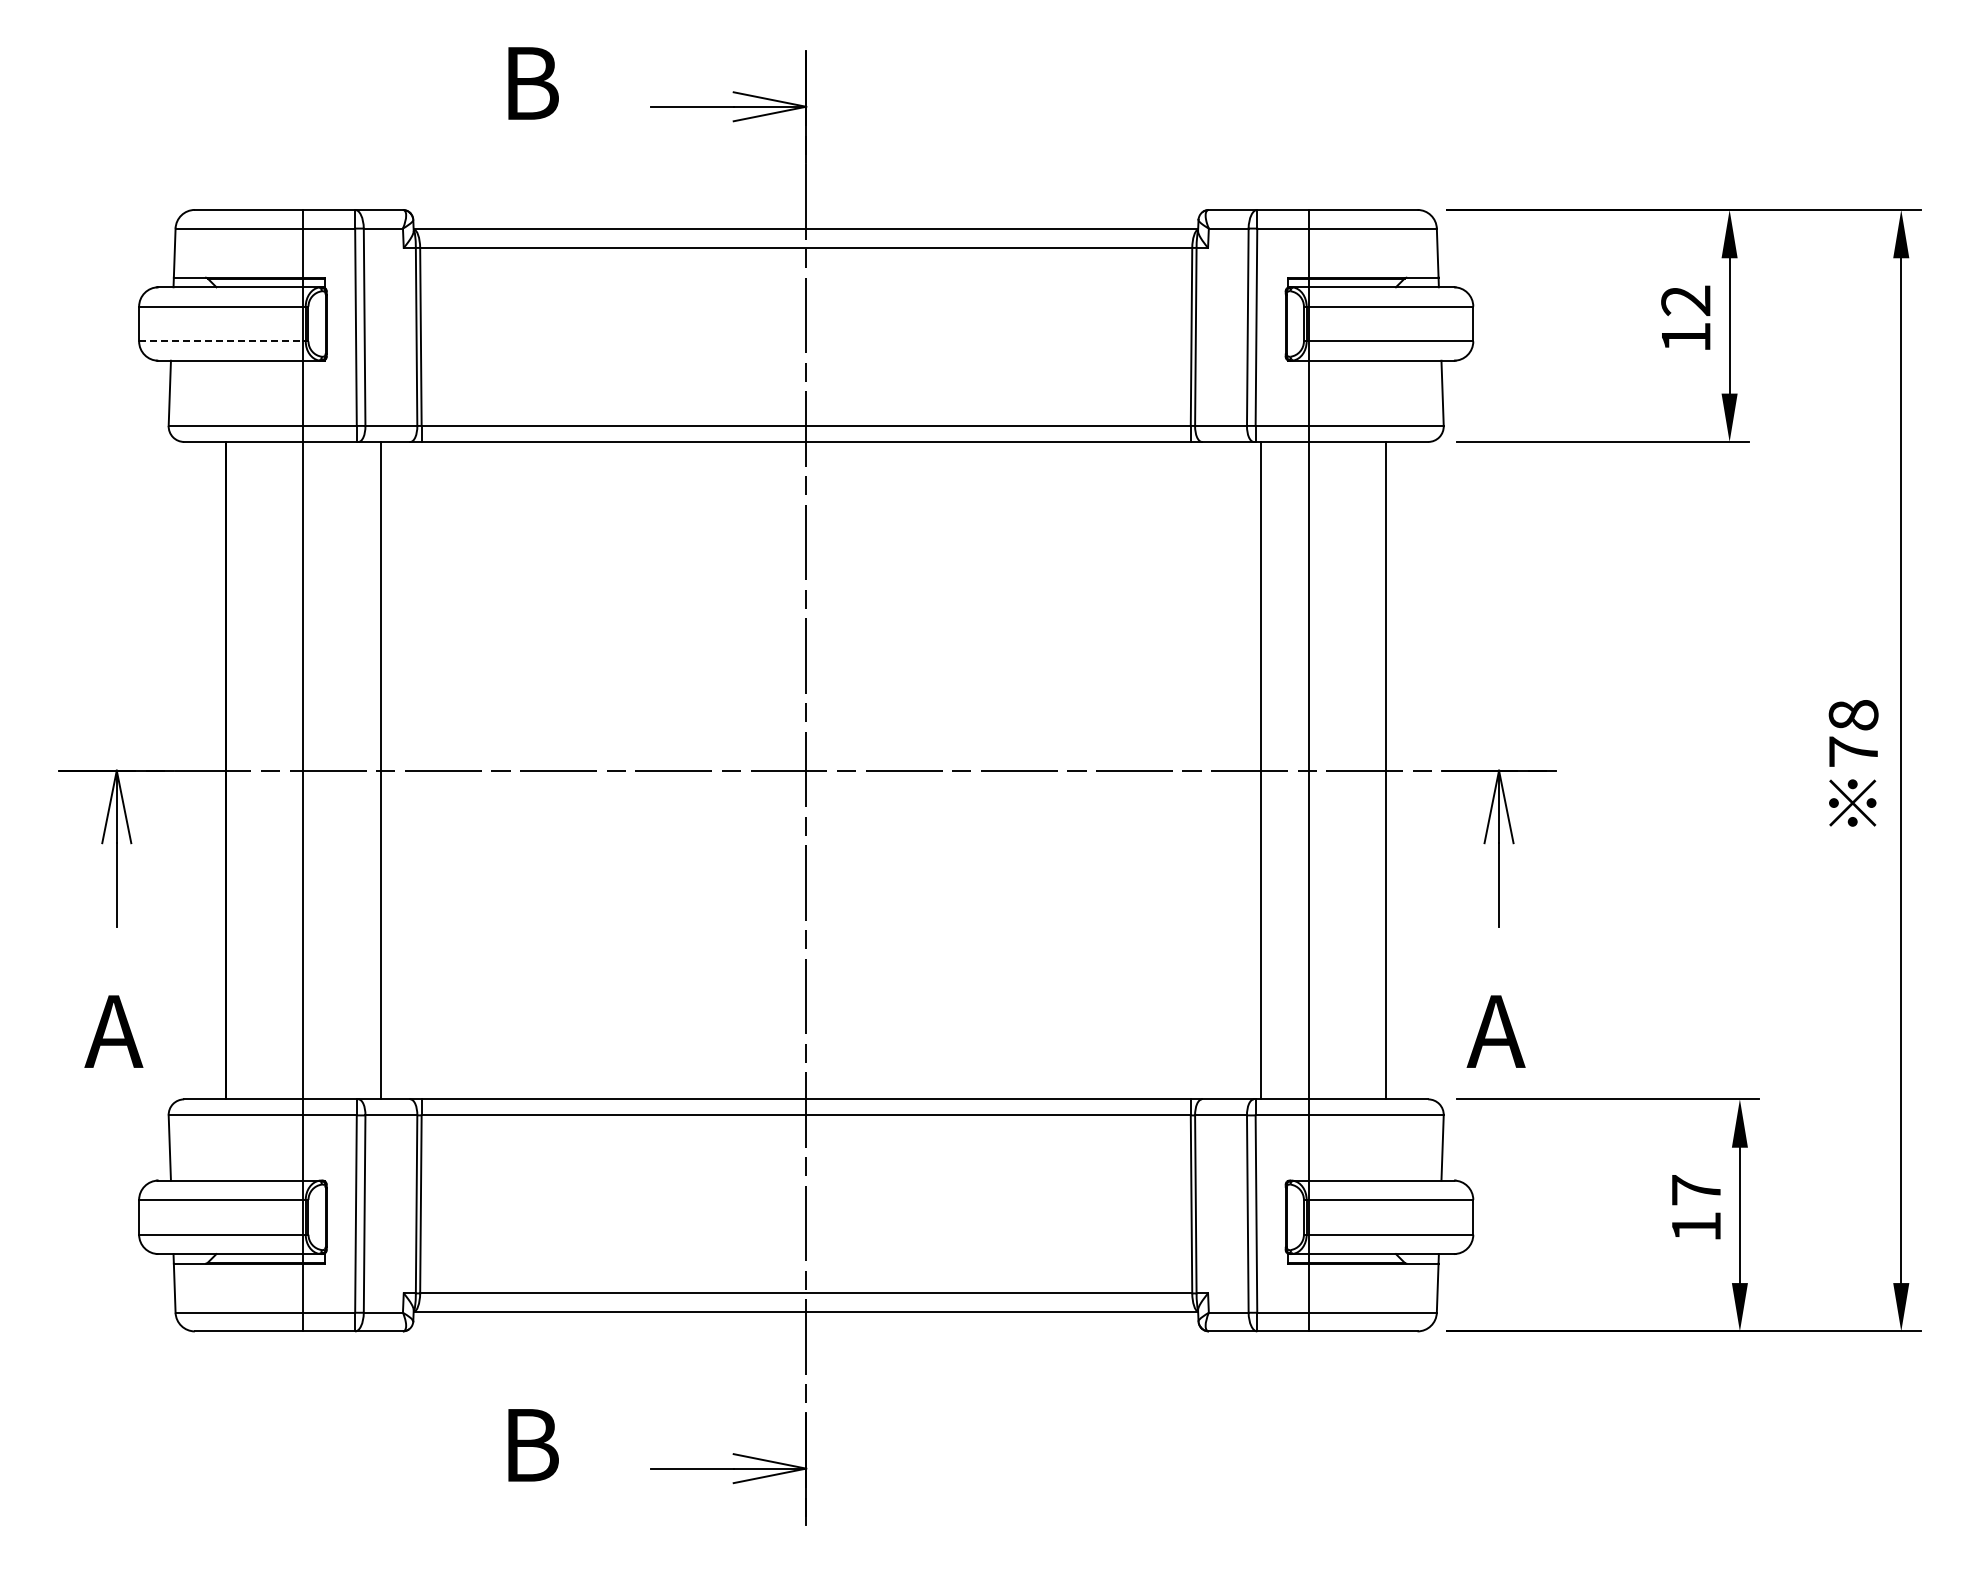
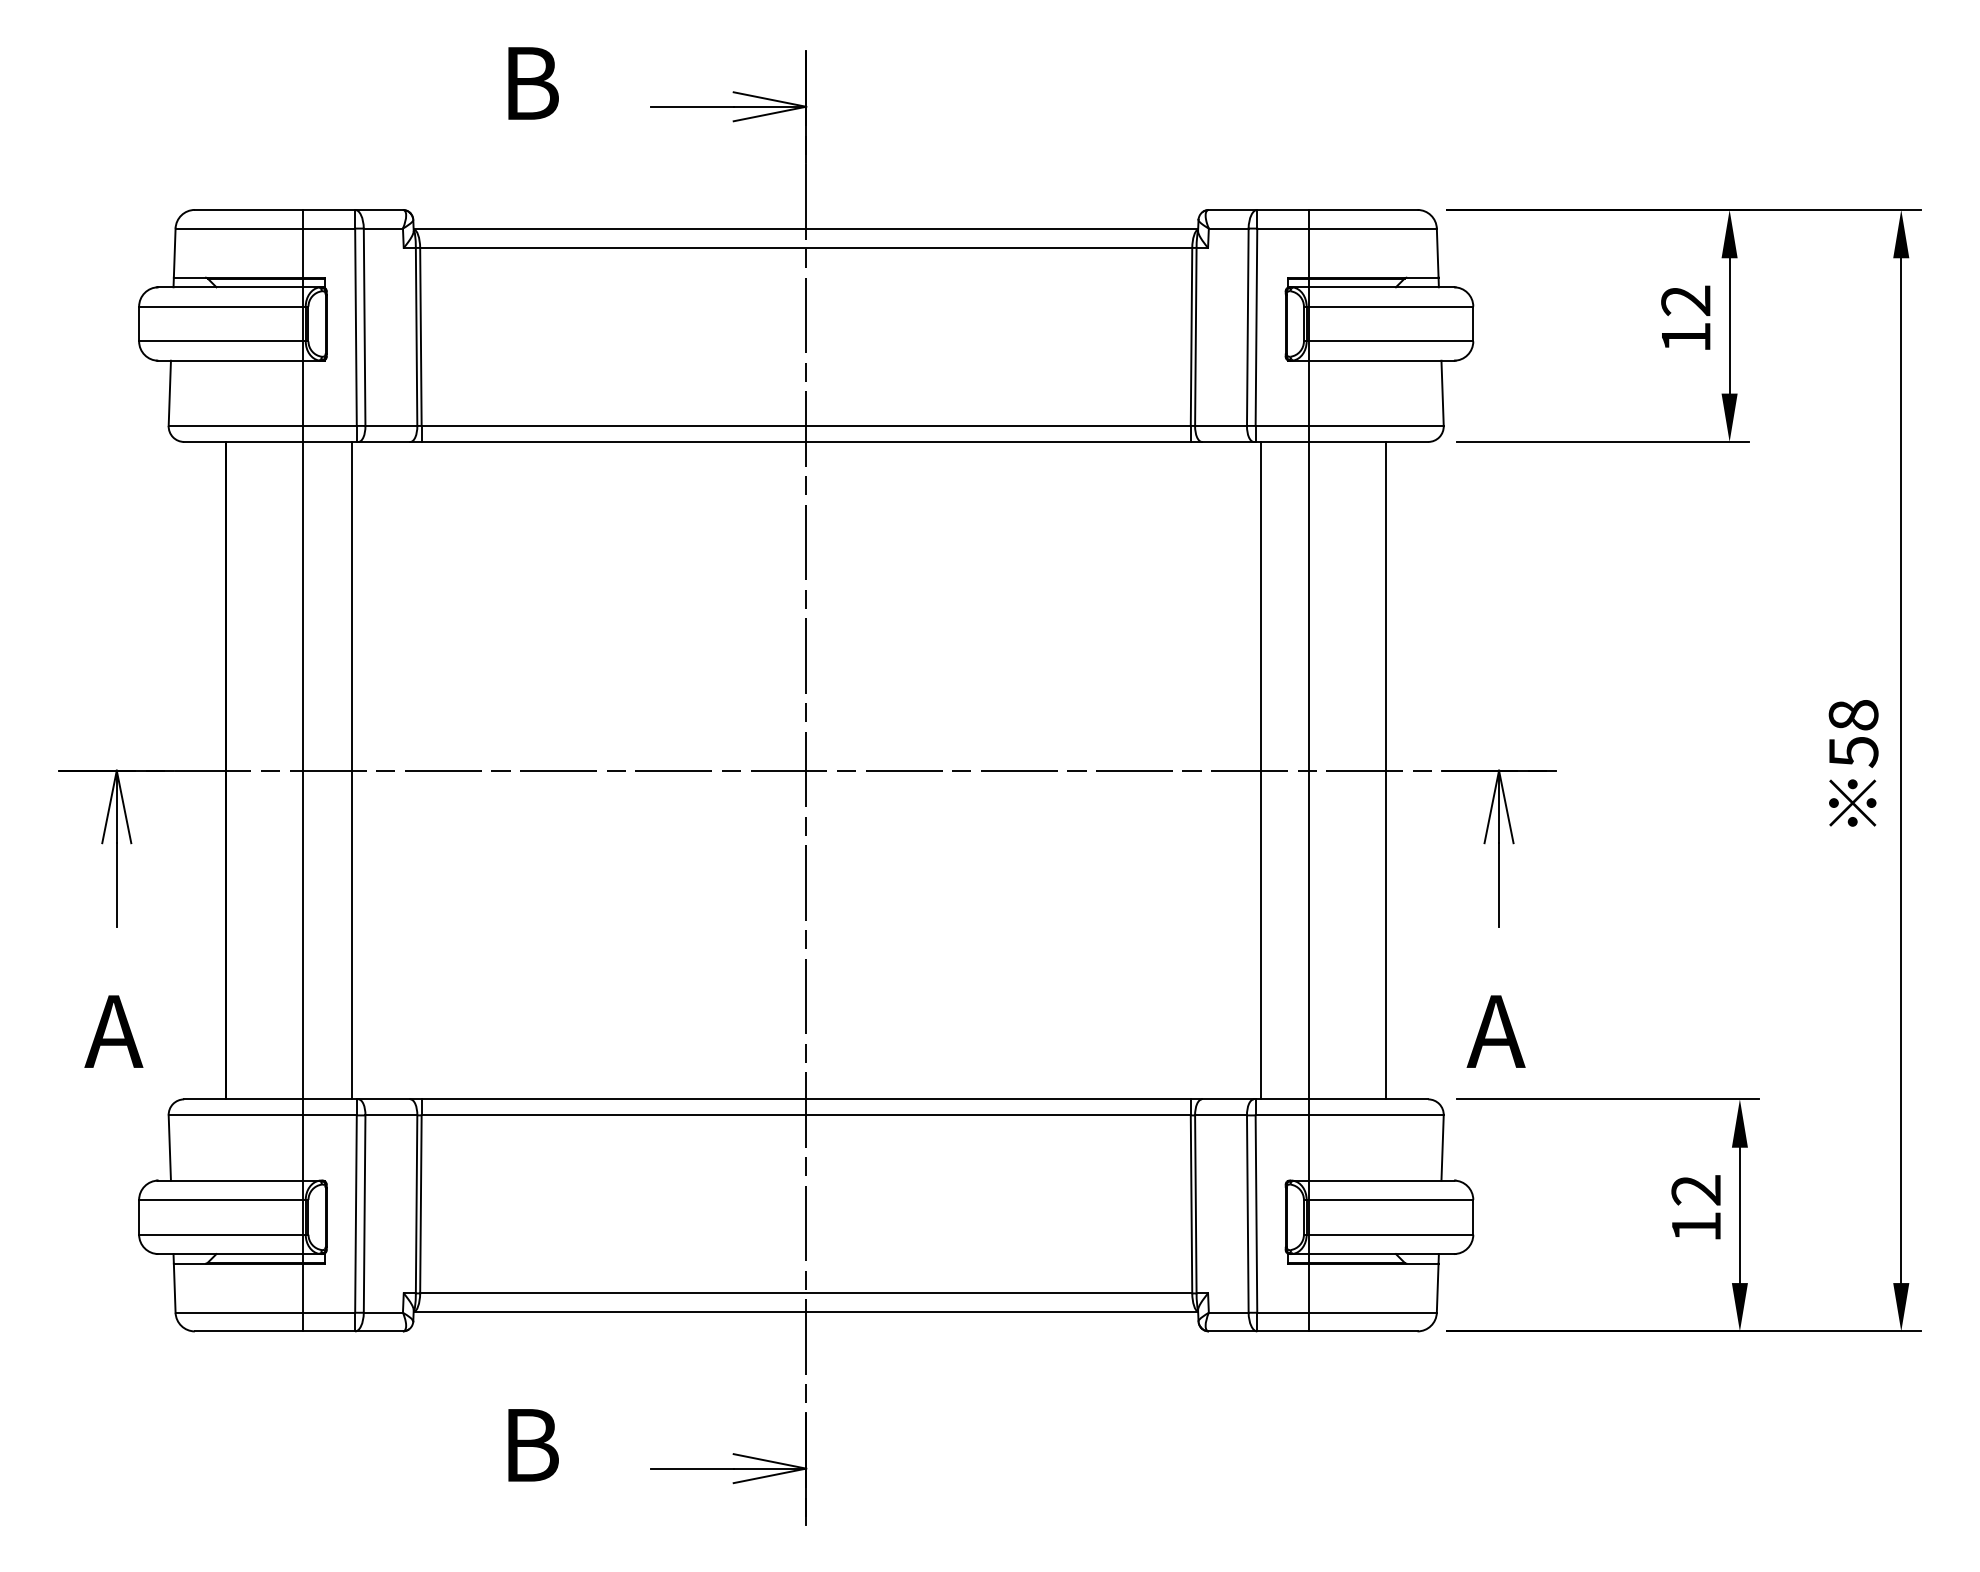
line at (221, 341): dashed -> solid
text at (1853, 752): 78 -> 58
line at (380, 770) position: (380, 770) -> (351, 770)
text at (1695, 1190): 17 -> 12
